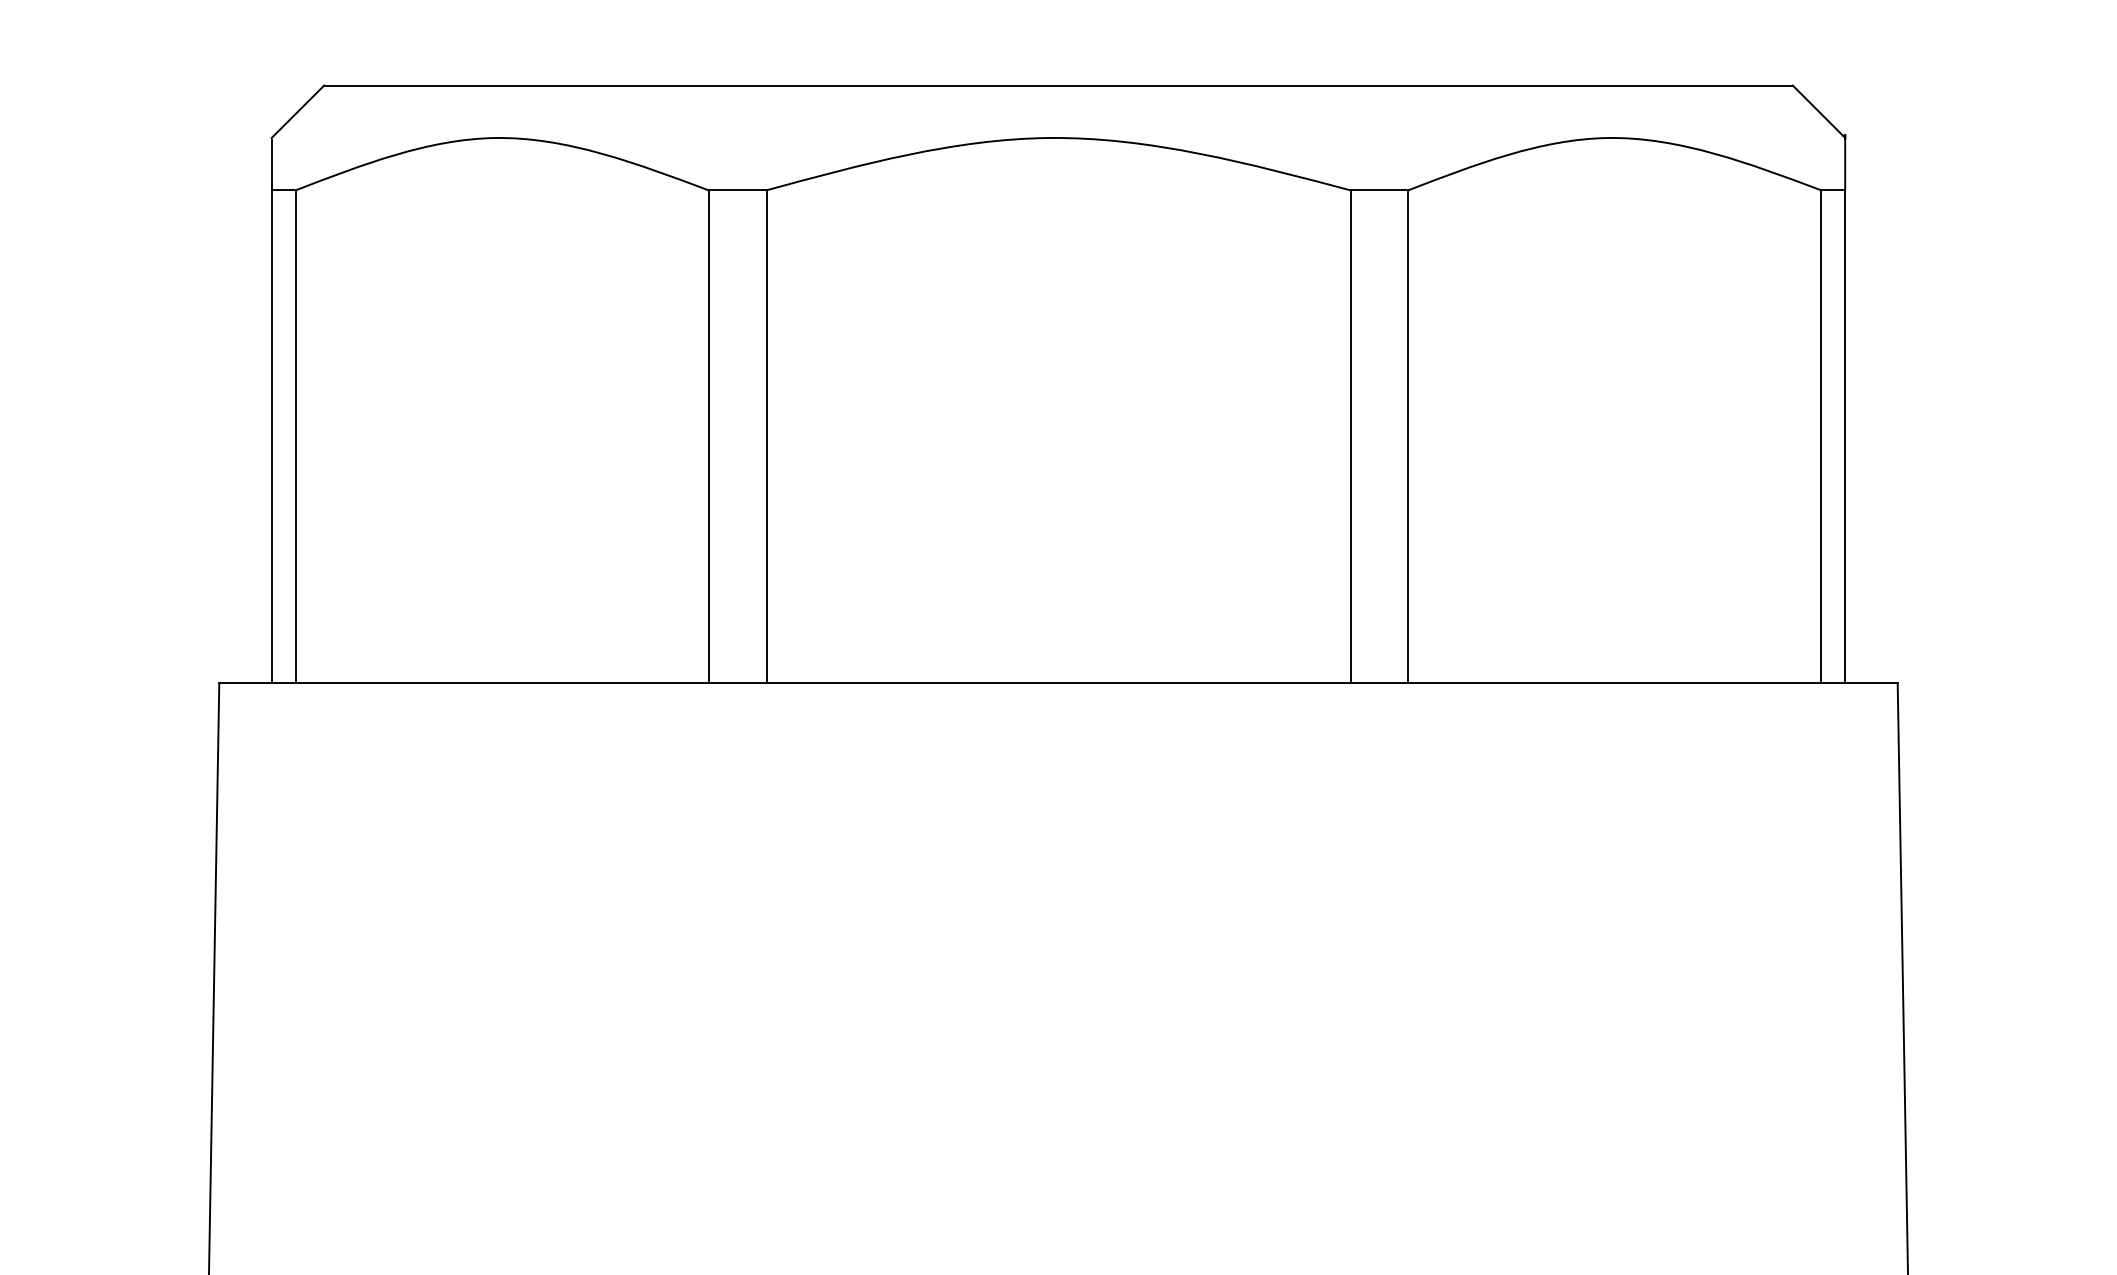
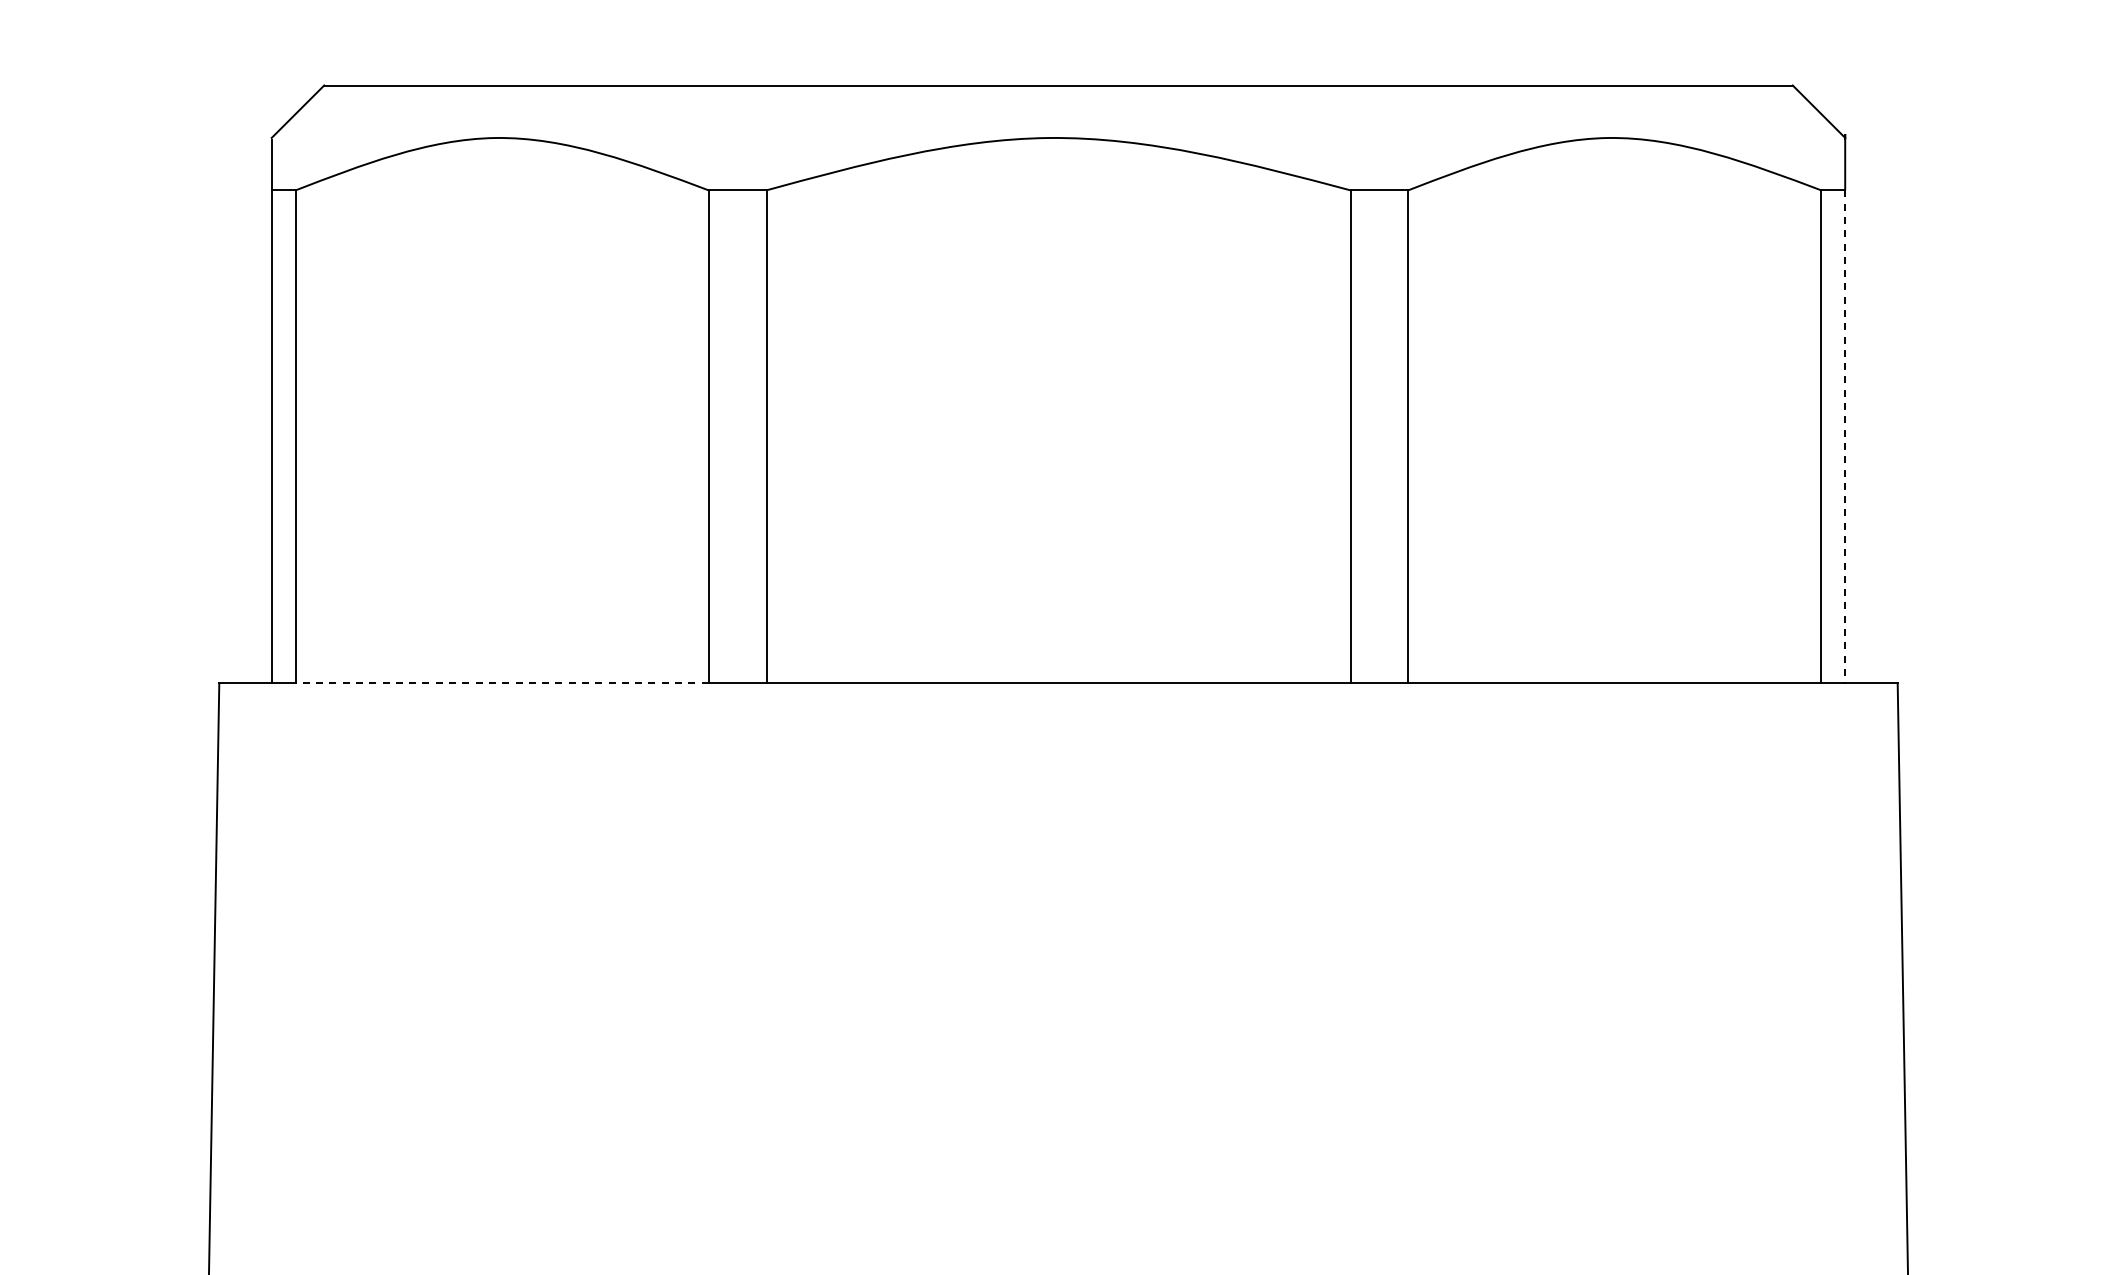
line at (1845, 436): solid -> dashed
line at (501, 683): solid -> dashed
